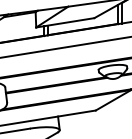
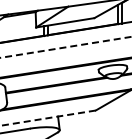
line at (66, 47): solid -> dashed
line at (47, 118): solid -> dashed
